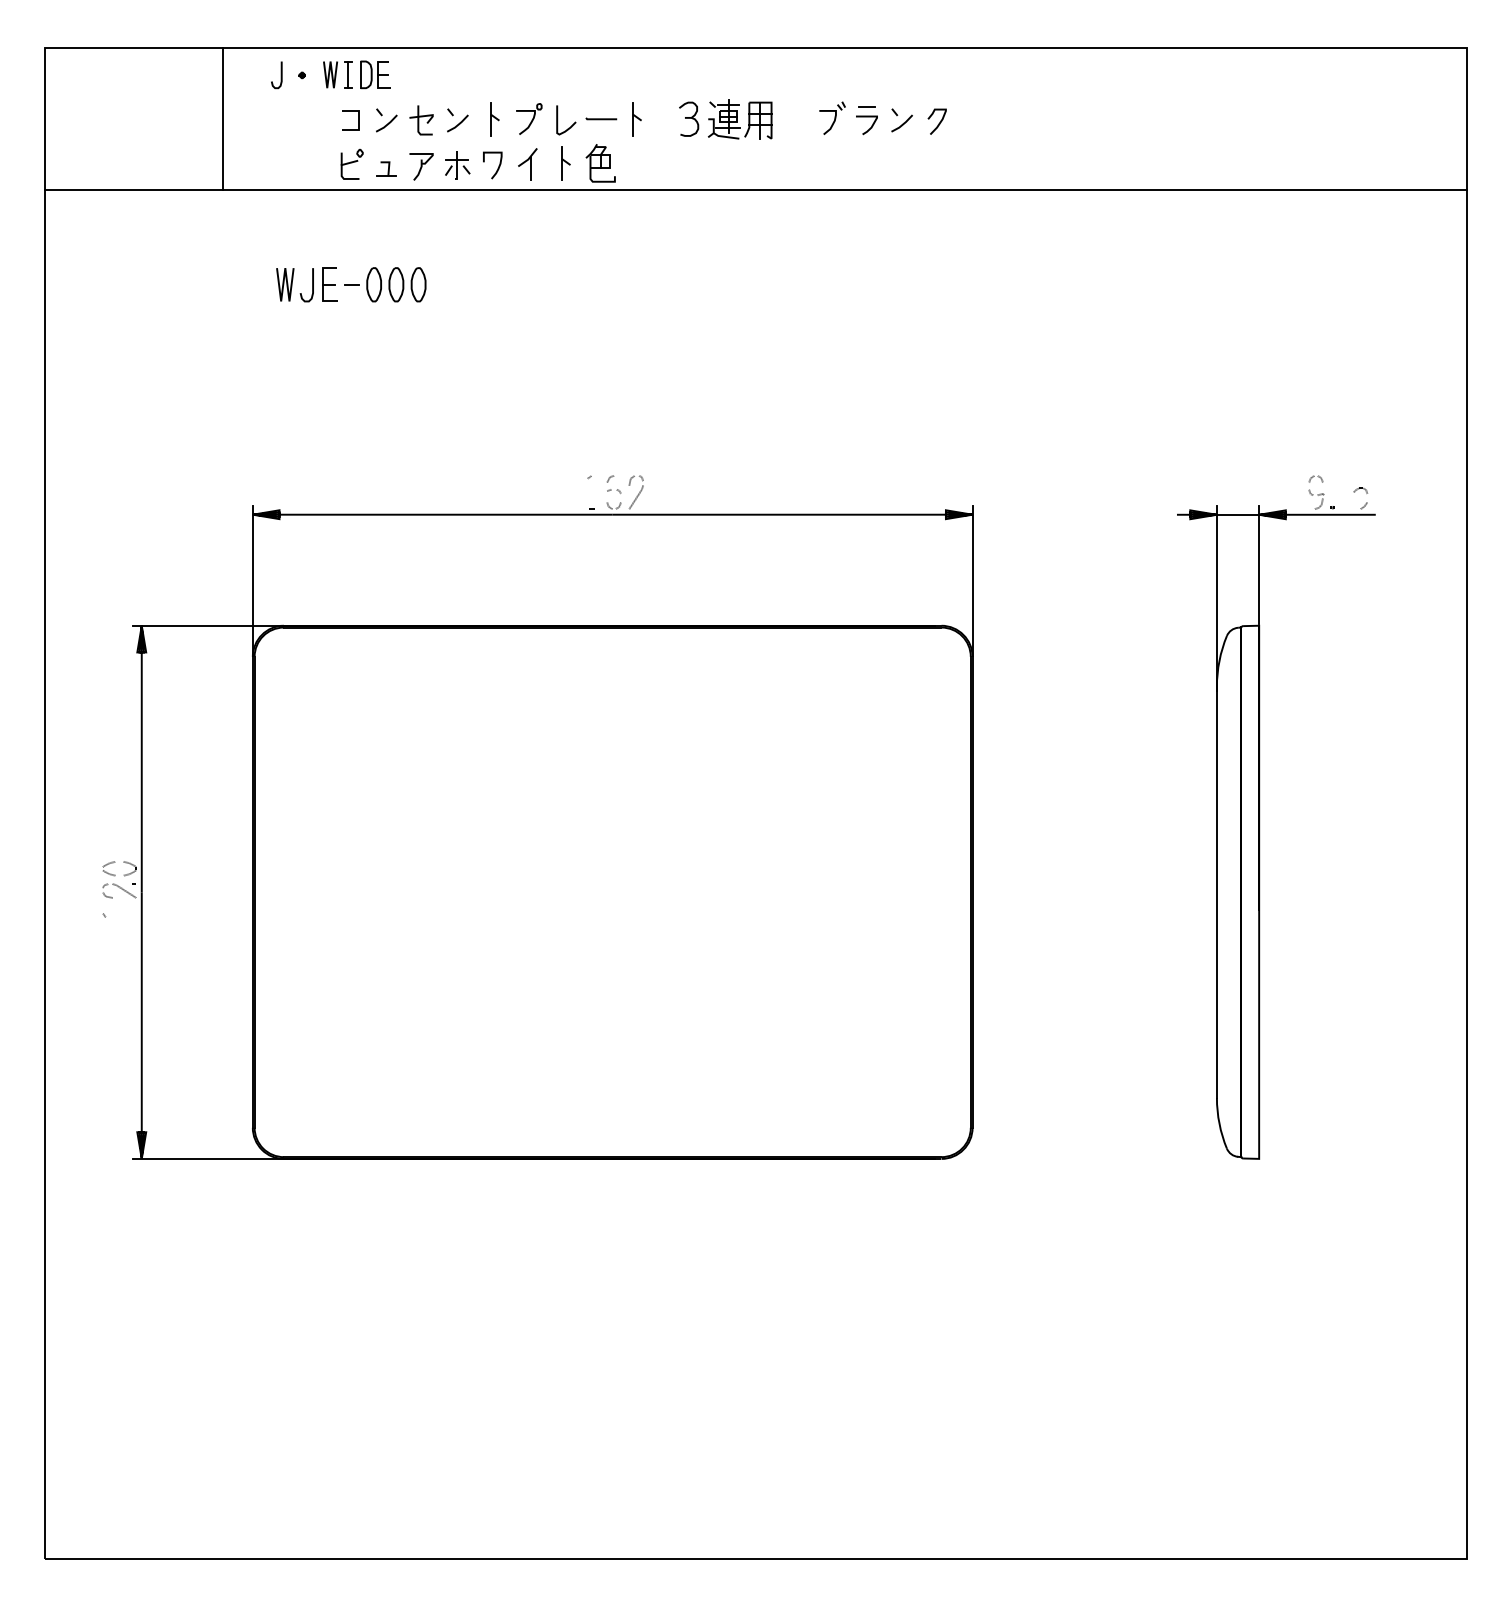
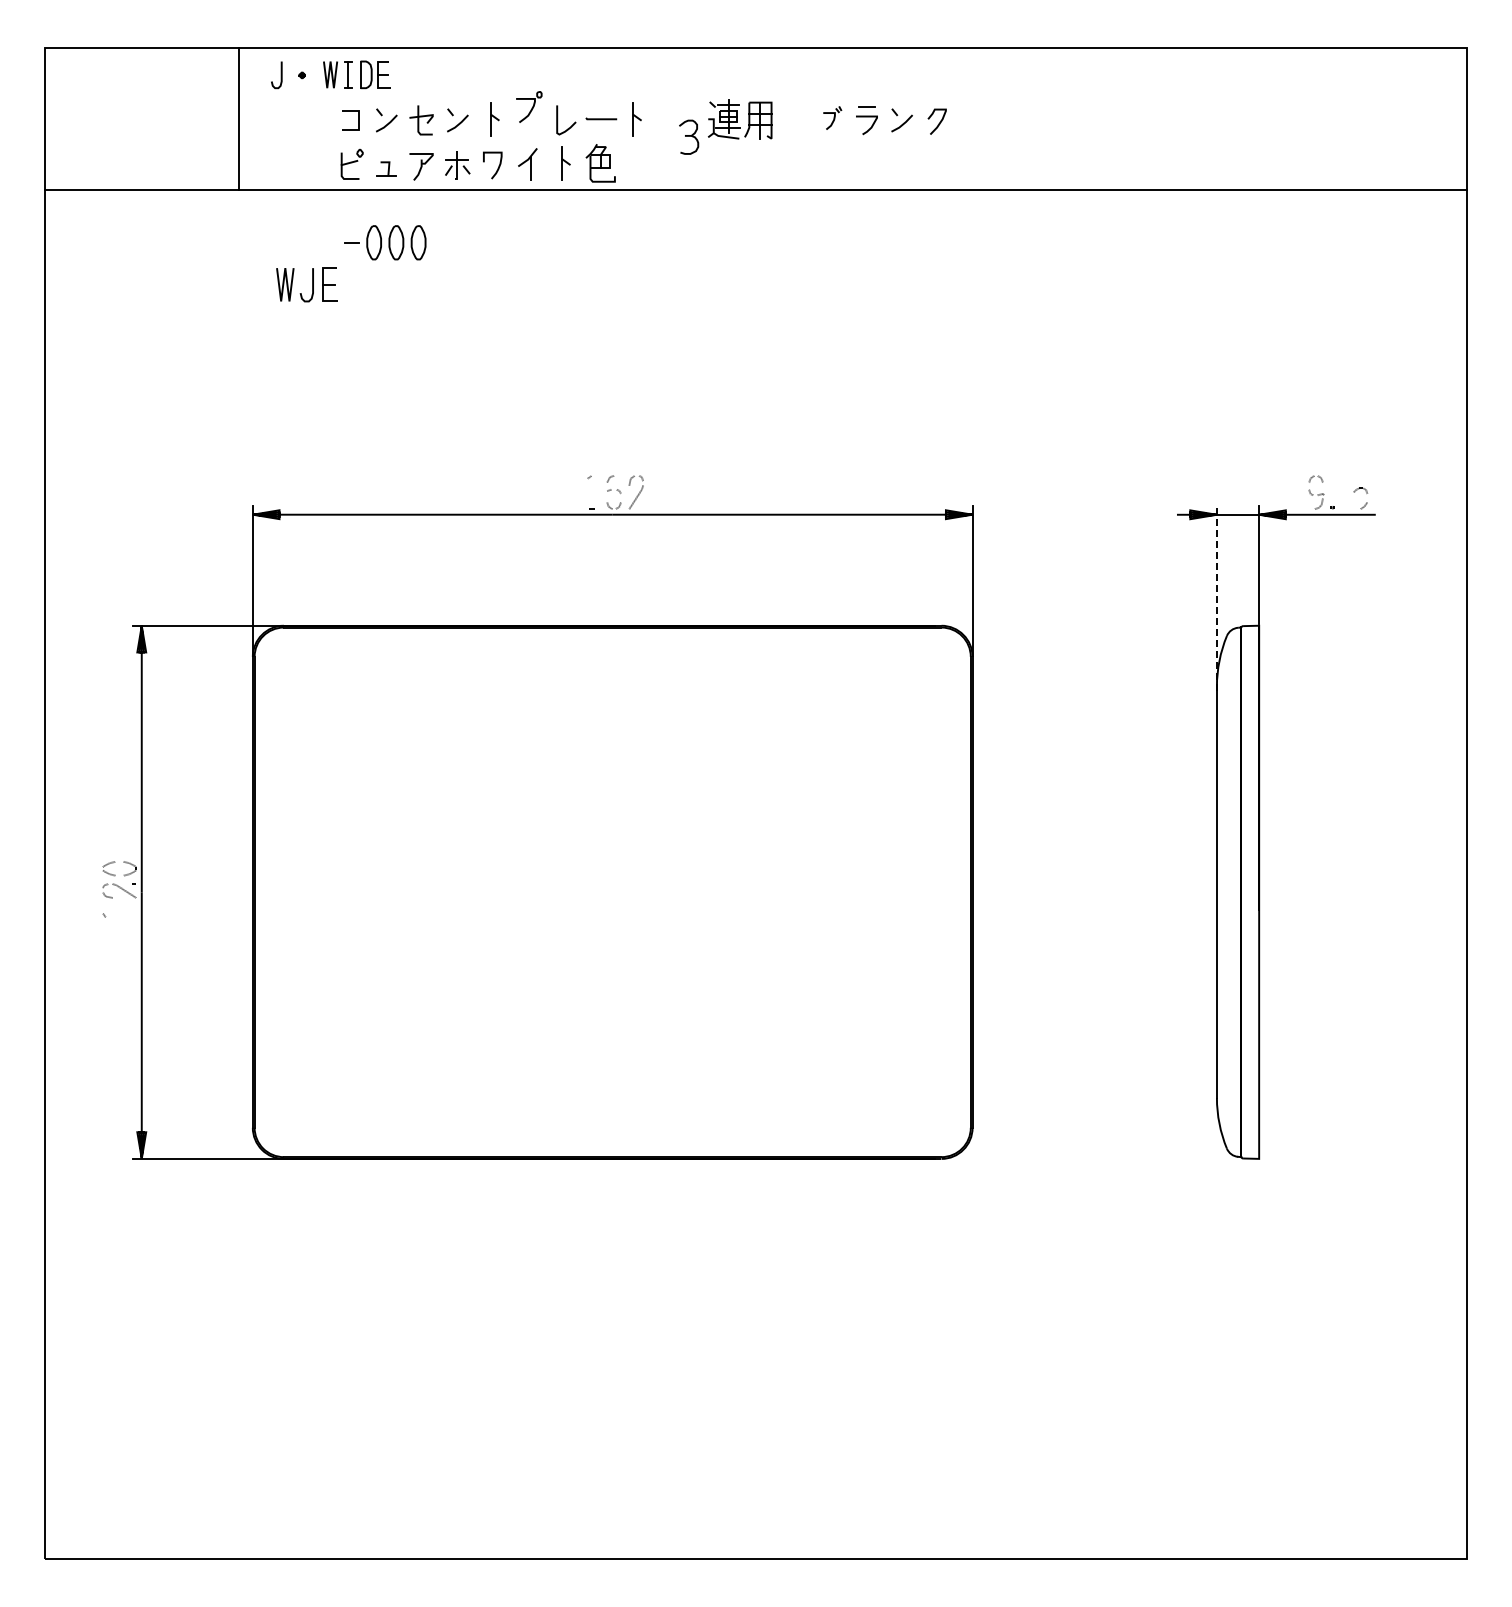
part at (832, 117) size: 27x34 px -> 20x24 px
part at (529, 118) position: (529, 118) -> (529, 106)
part at (689, 118) position: (689, 118) -> (689, 136)
line at (222, 119) position: (222, 119) -> (238, 119)
part at (385, 284) position: (385, 284) -> (385, 242)
line at (1216, 598): solid -> dashed
